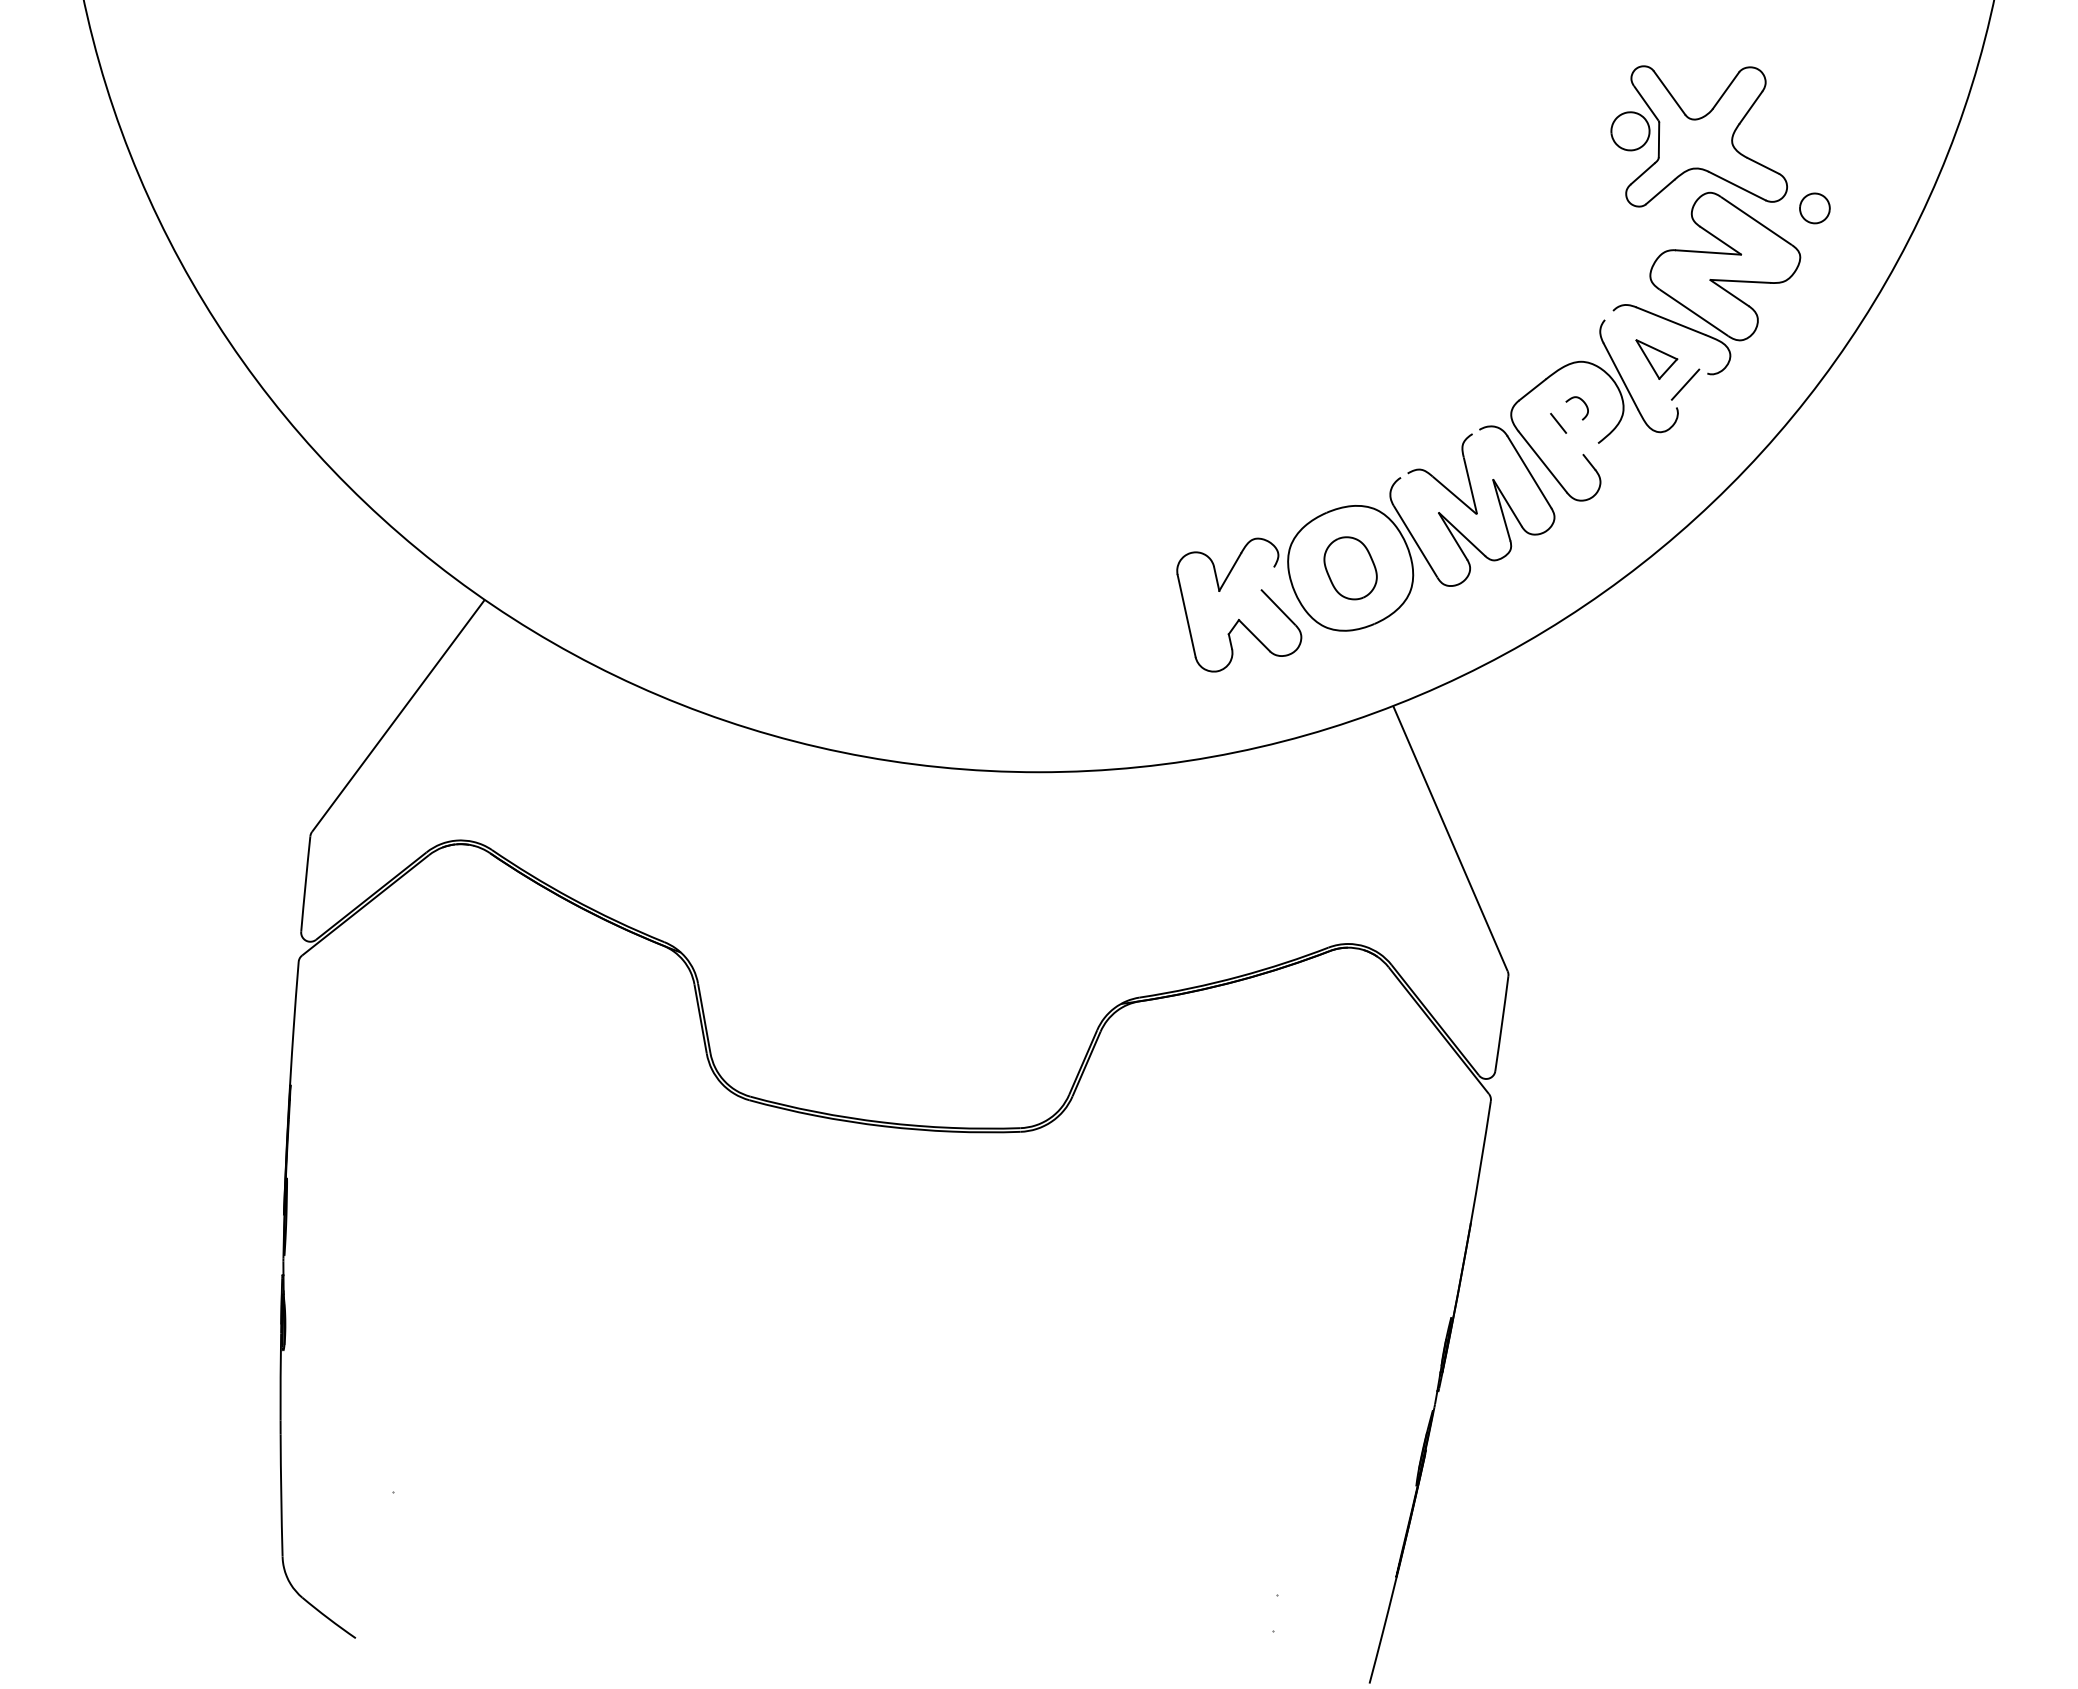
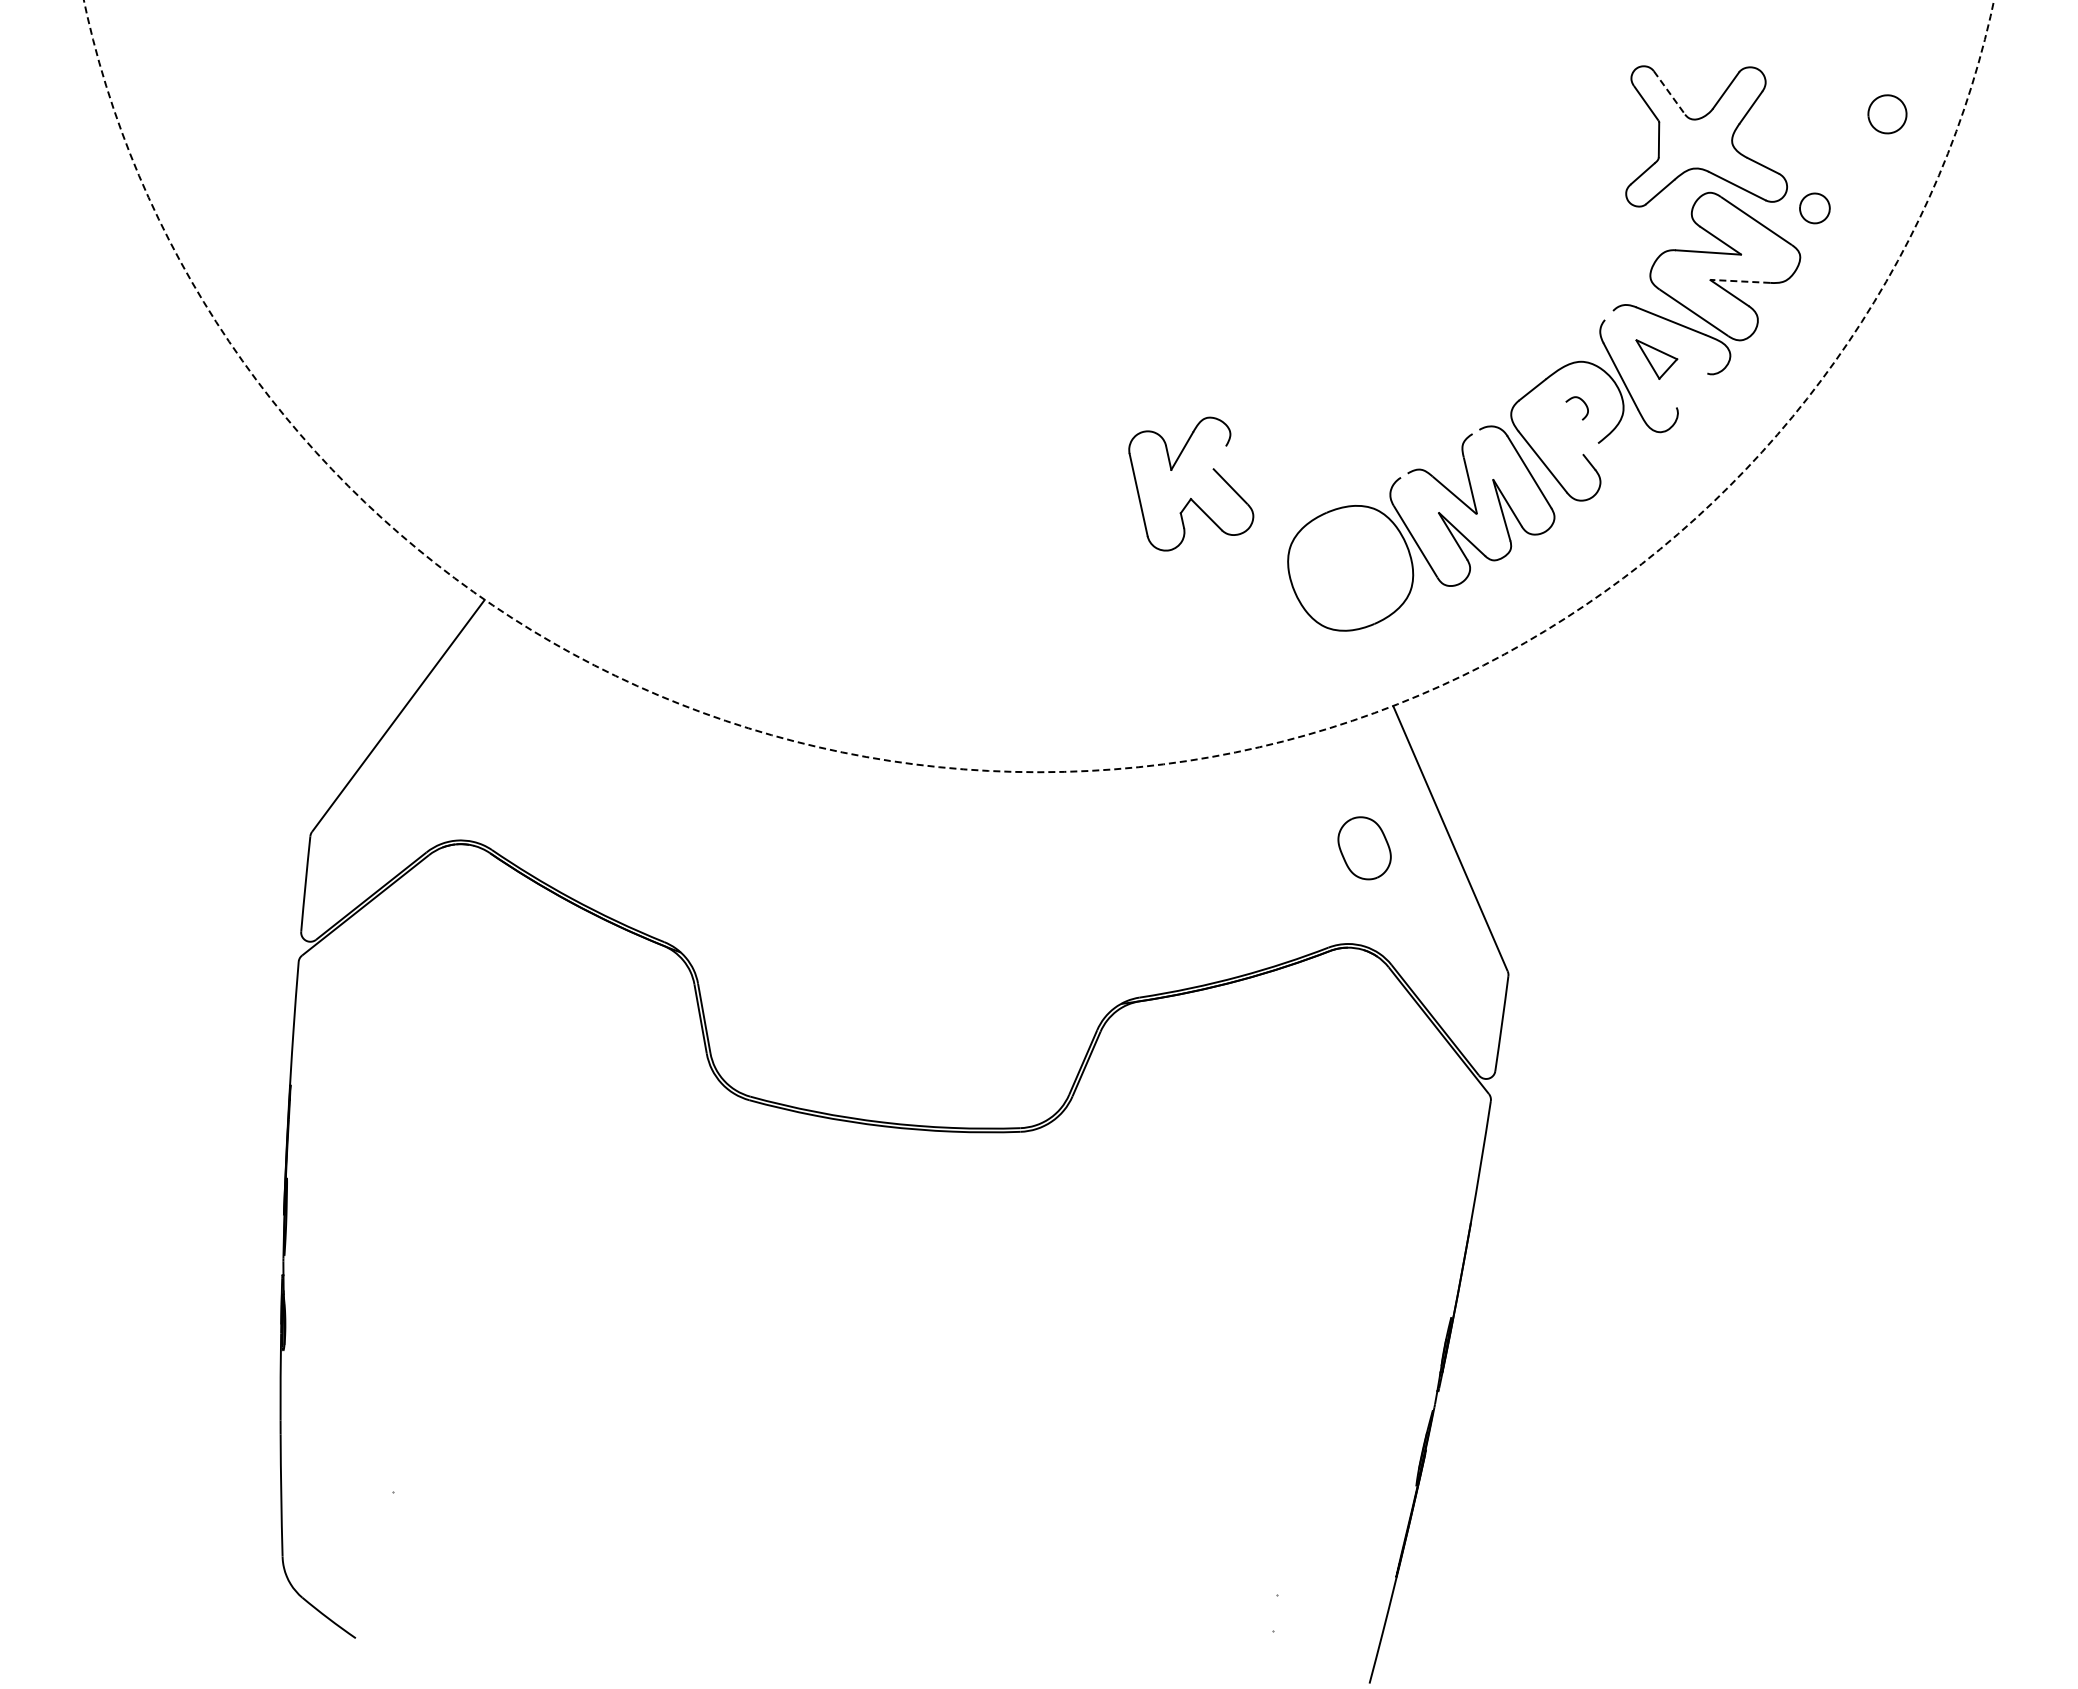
line at (1669, 92): solid -> dashed
part at (1630, 131) position: (1630, 131) -> (1887, 114)
line at (1740, 281): solid -> dashed
line at (1685, 384): present -> none
circle at (1038, 386): solid -> dashed
line at (1558, 422): present -> none
part at (1350, 568) position: (1350, 568) -> (1364, 848)
part at (1239, 619) position: (1239, 619) -> (1191, 498)
